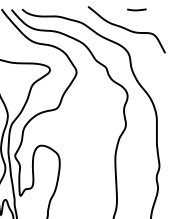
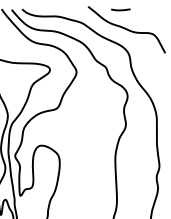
line at (136, 9) position: (136, 9) -> (120, 9)
